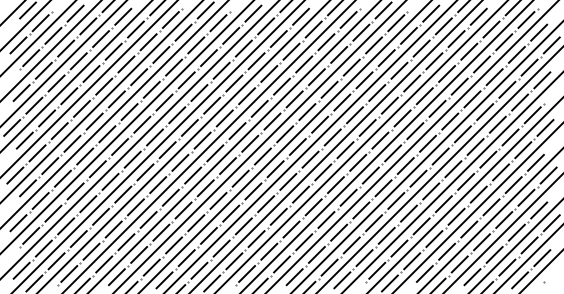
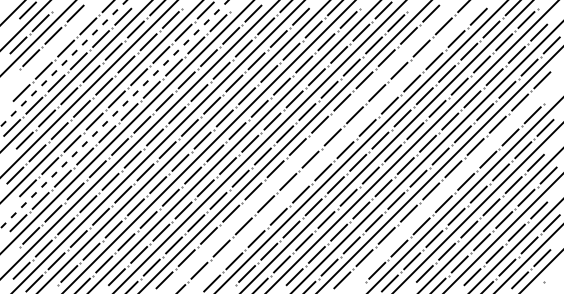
line at (51, 50): present -> none
line at (64, 63): solid -> dashed
line at (114, 114): solid -> dashed
line at (310, 146): present -> none
line at (336, 146): present -> none
line at (452, 182): present -> none
